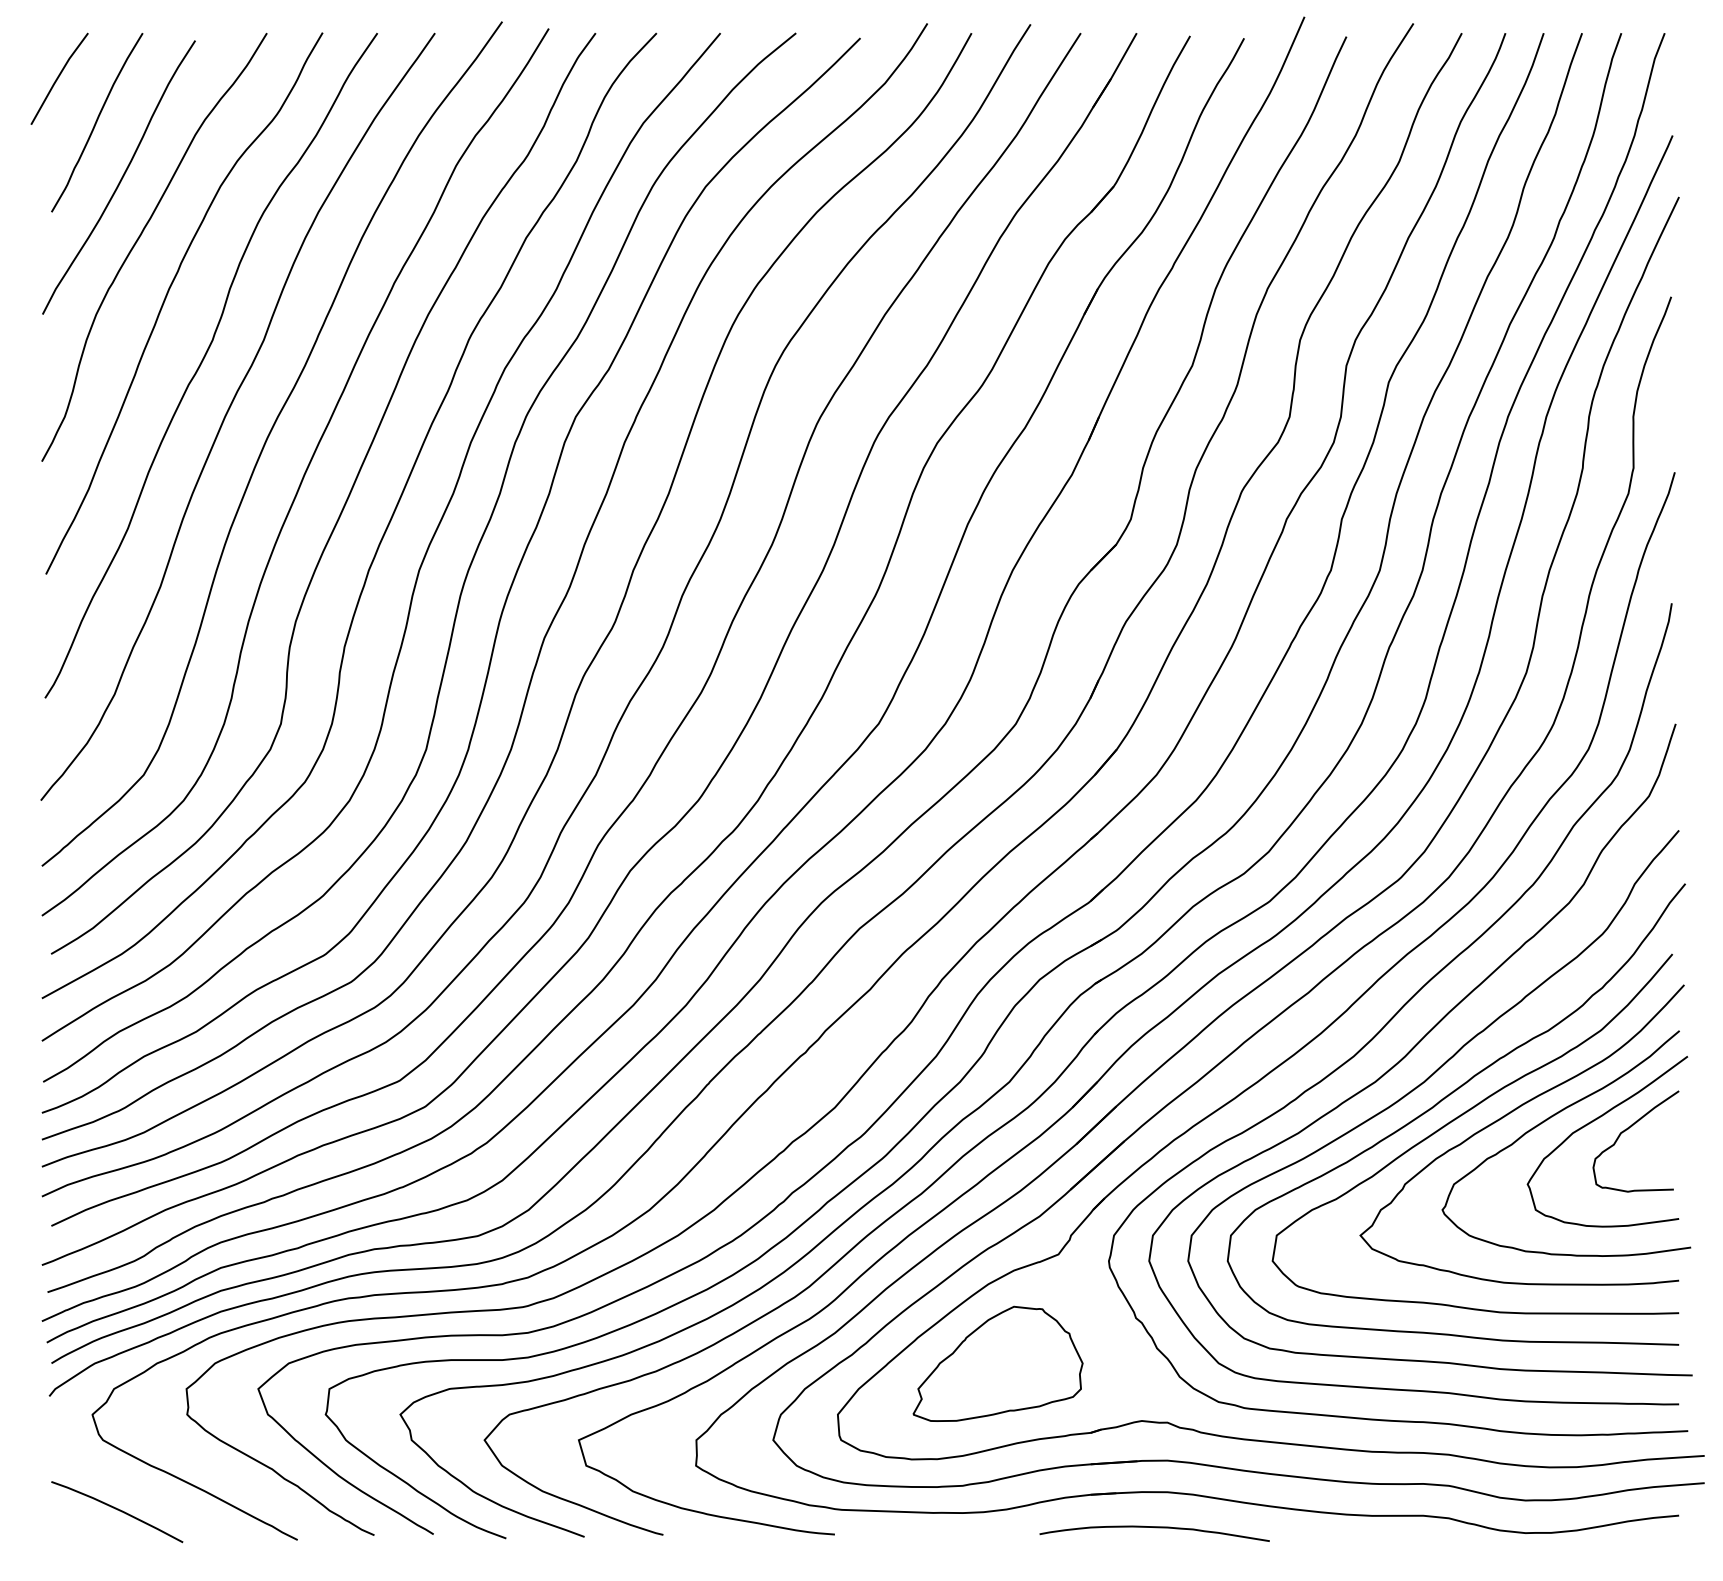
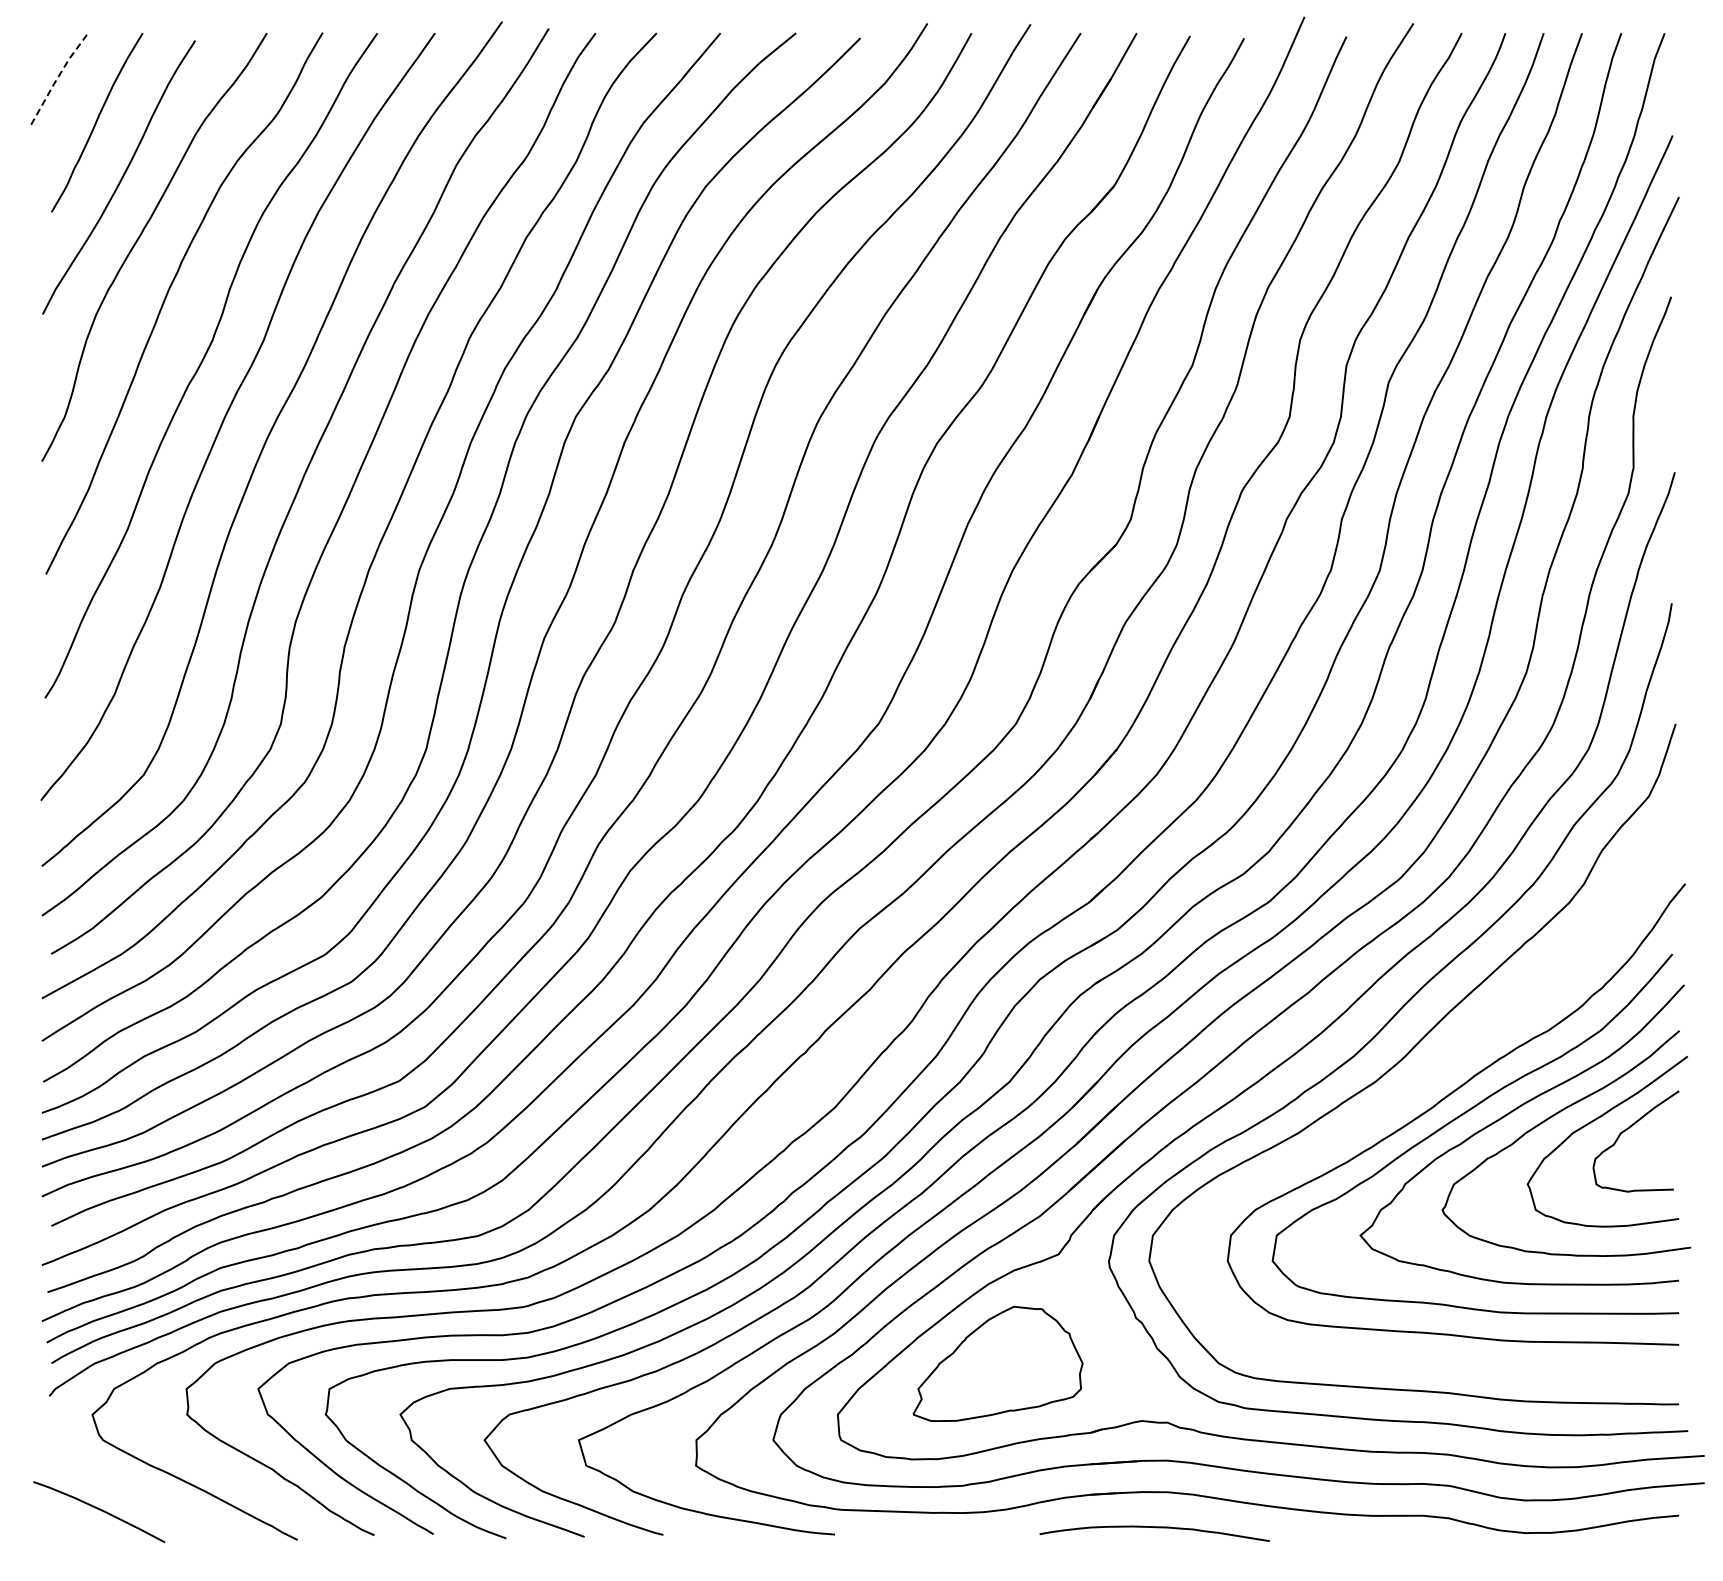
line at (58, 77): solid -> dashed
curve at (1425, 1082): present -> none
curve at (117, 1510) position: (117, 1510) -> (99, 1510)
